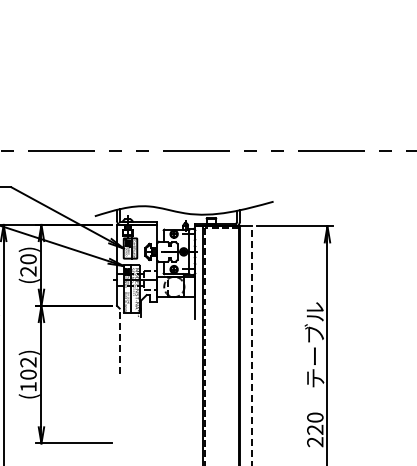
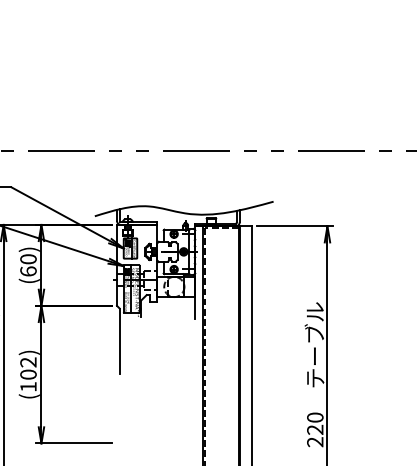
text at (28, 271): (20) -> (60)
line at (119, 341): dashed -> solid
line at (251, 345): dashed -> solid
